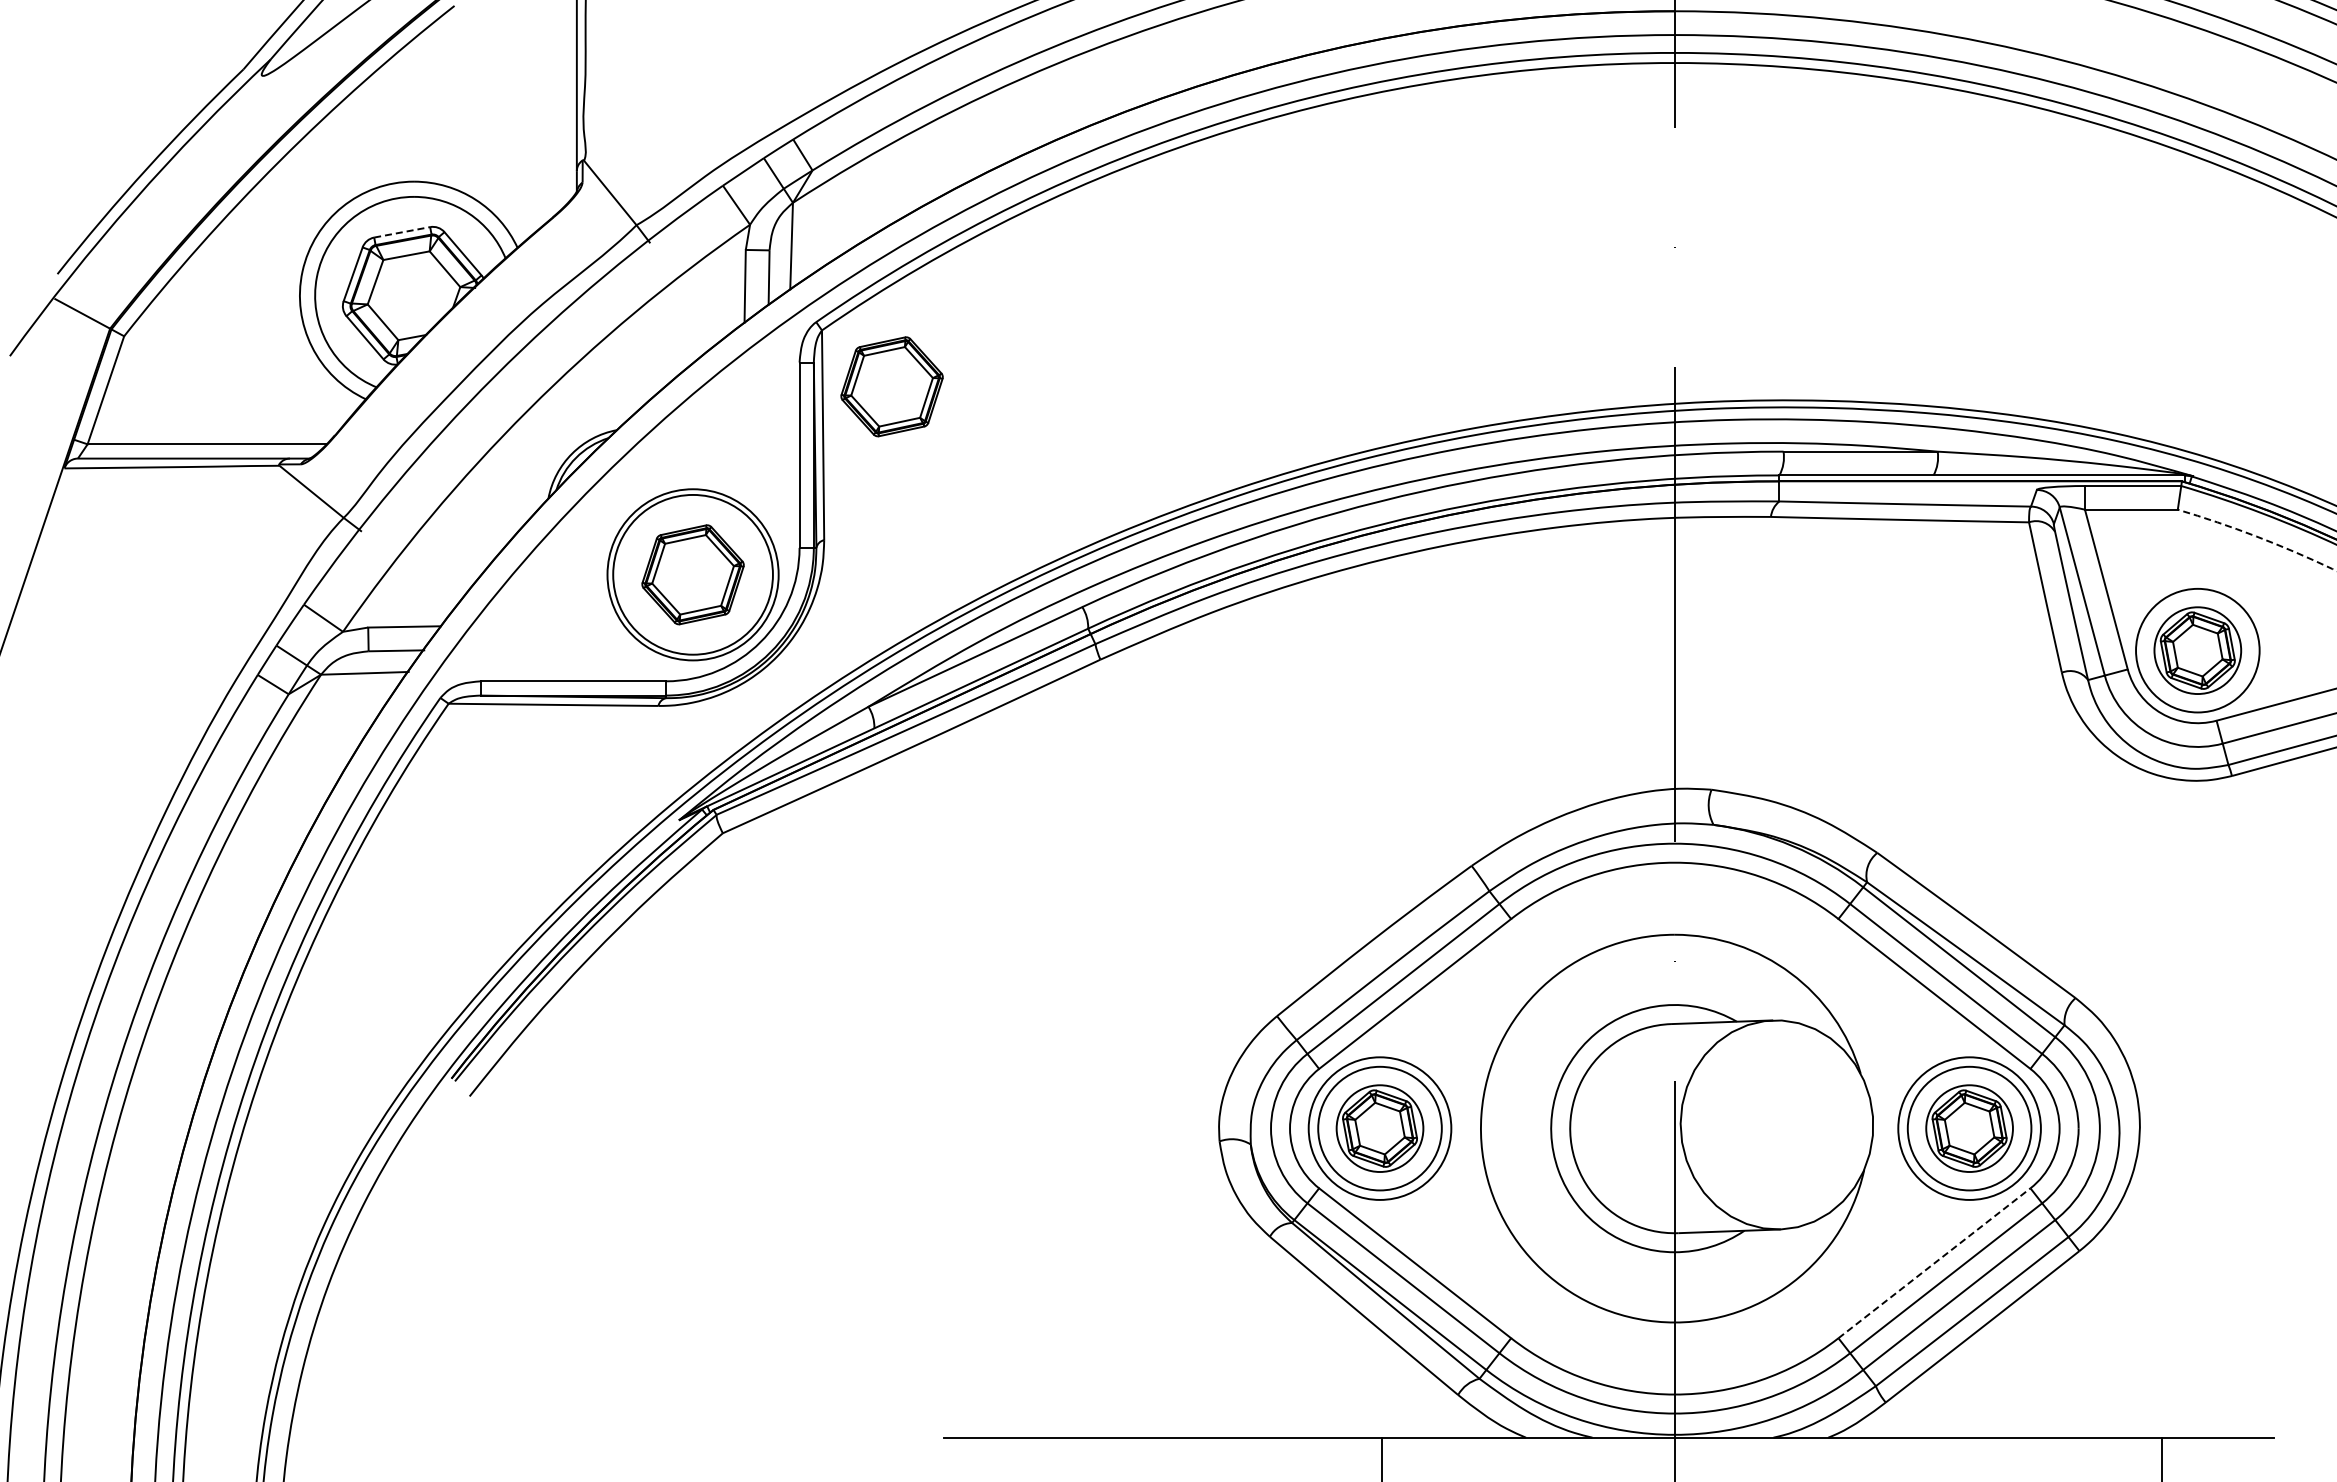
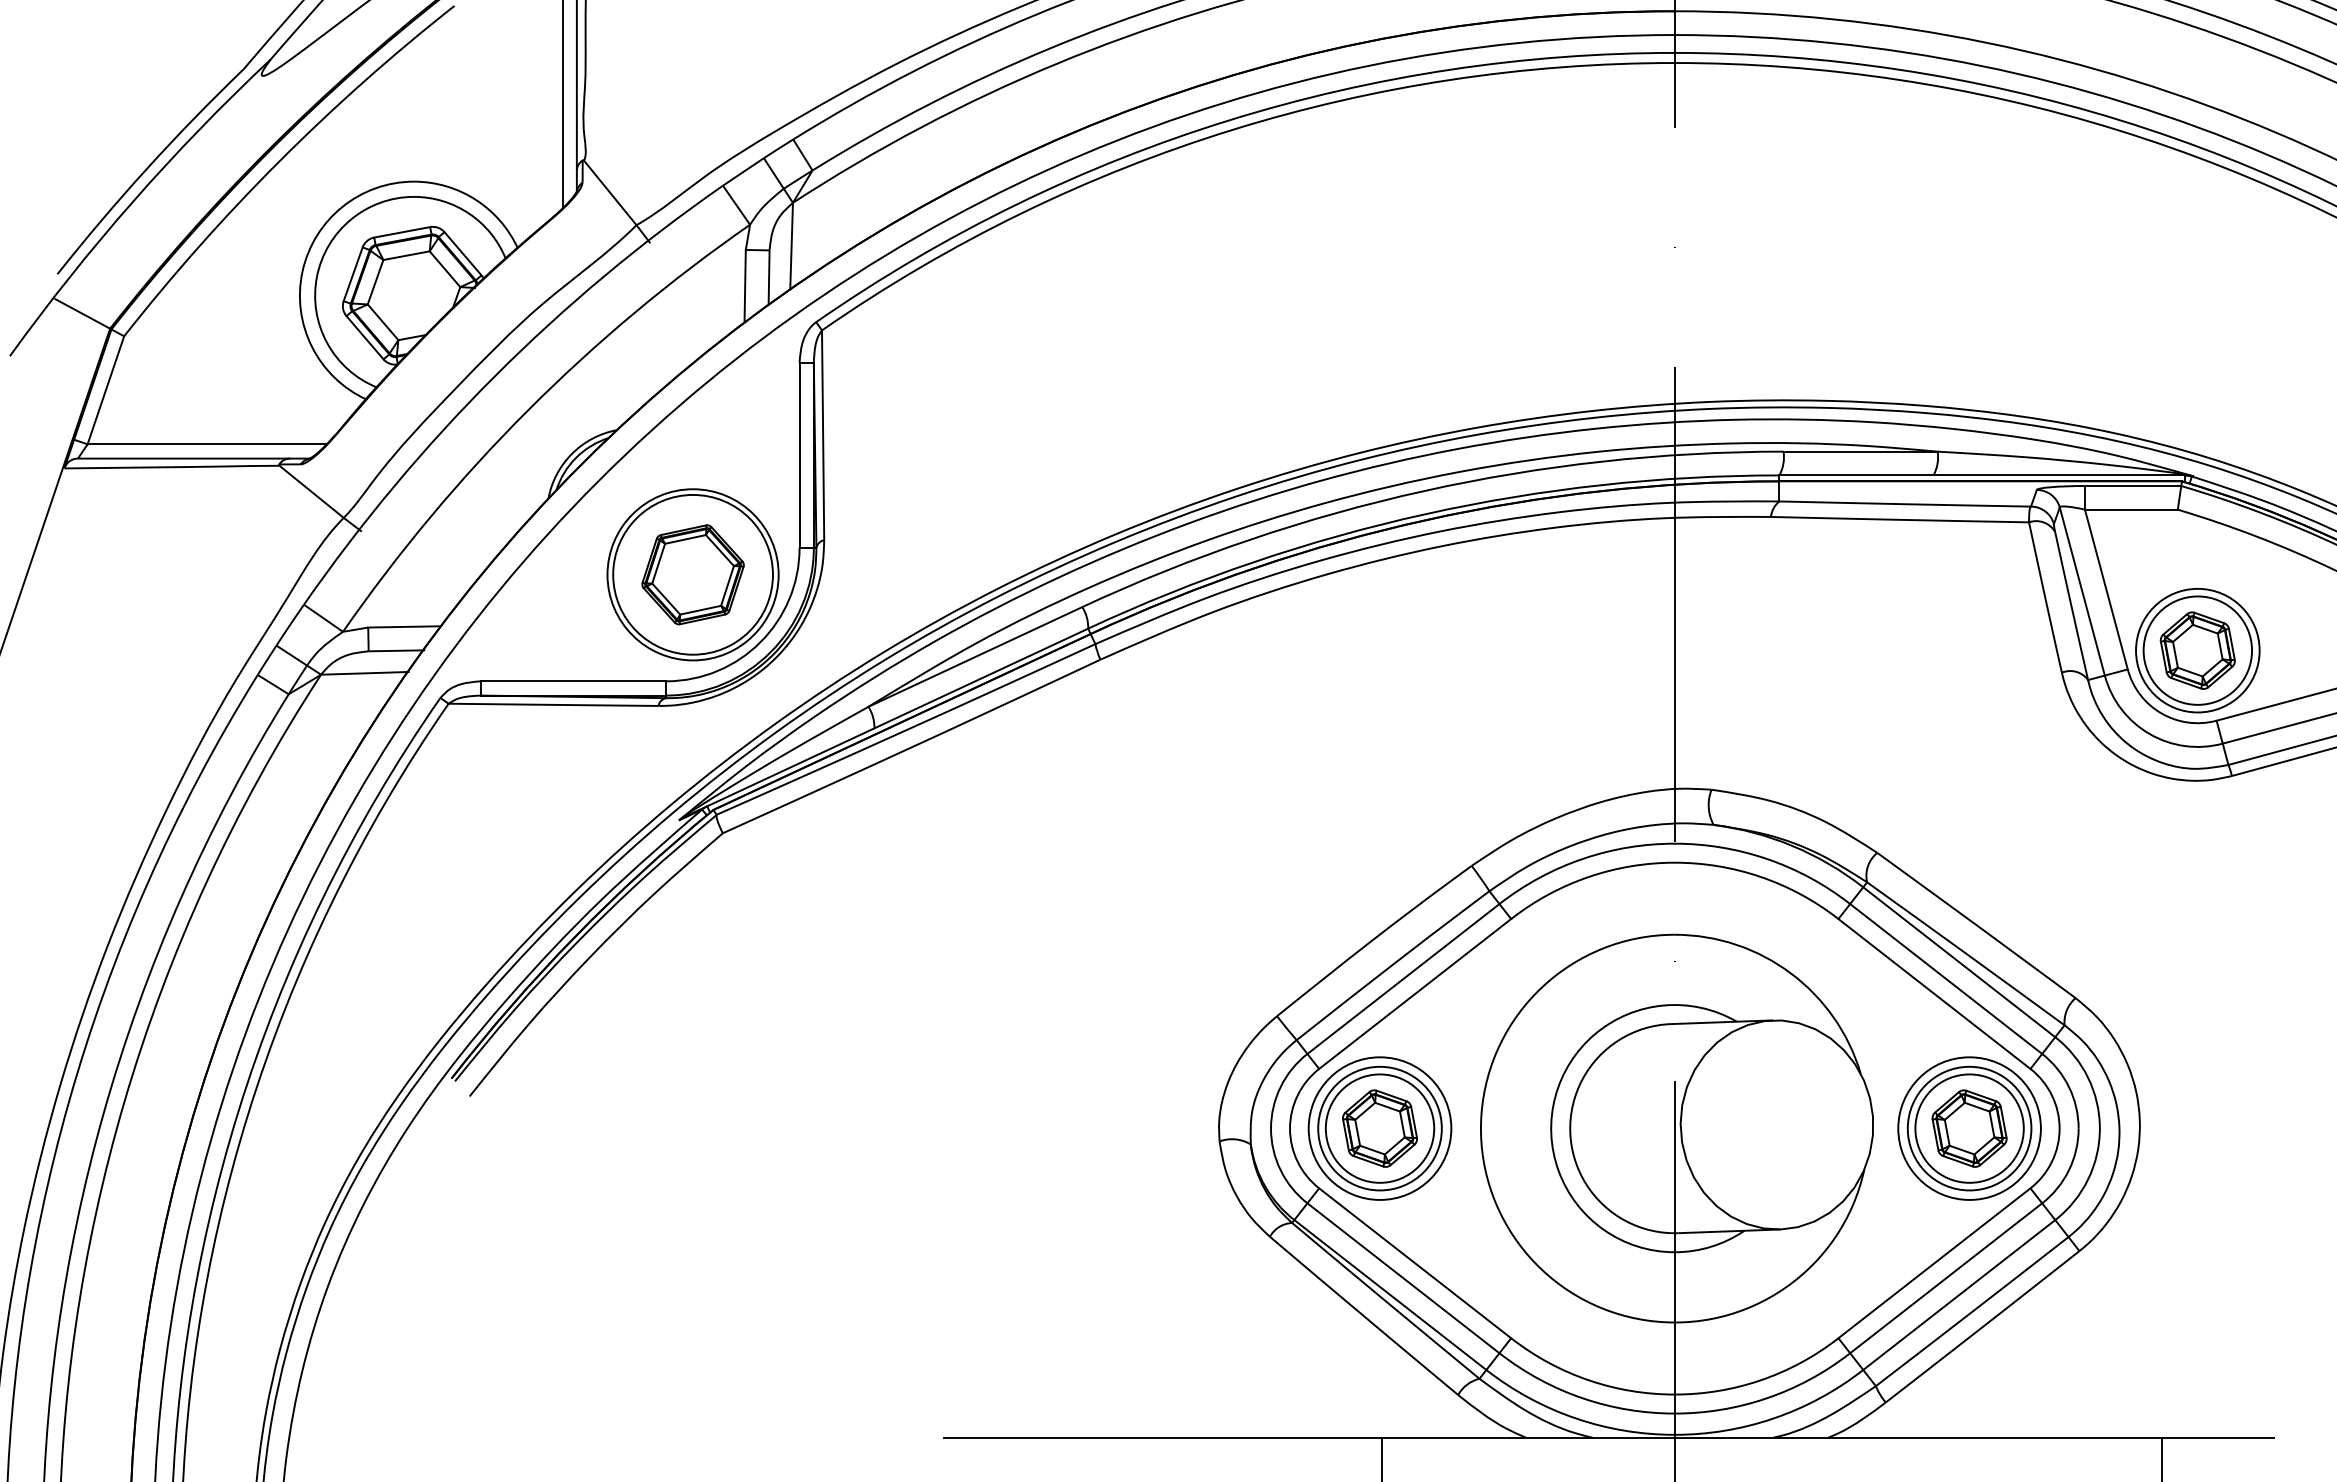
line at (562, 105): none -> present
line at (402, 232): dashed -> solid
part at (891, 386): present -> none
arc at (2258, 537): dashed -> solid
circle at (2197, 650) diameter: 87 px -> 108 px
circle at (1379, 1128) diameter: 87 px -> 108 px
circle at (1969, 1128) diameter: 87 px -> 108 px
line at (1934, 1263): dashed -> solid
